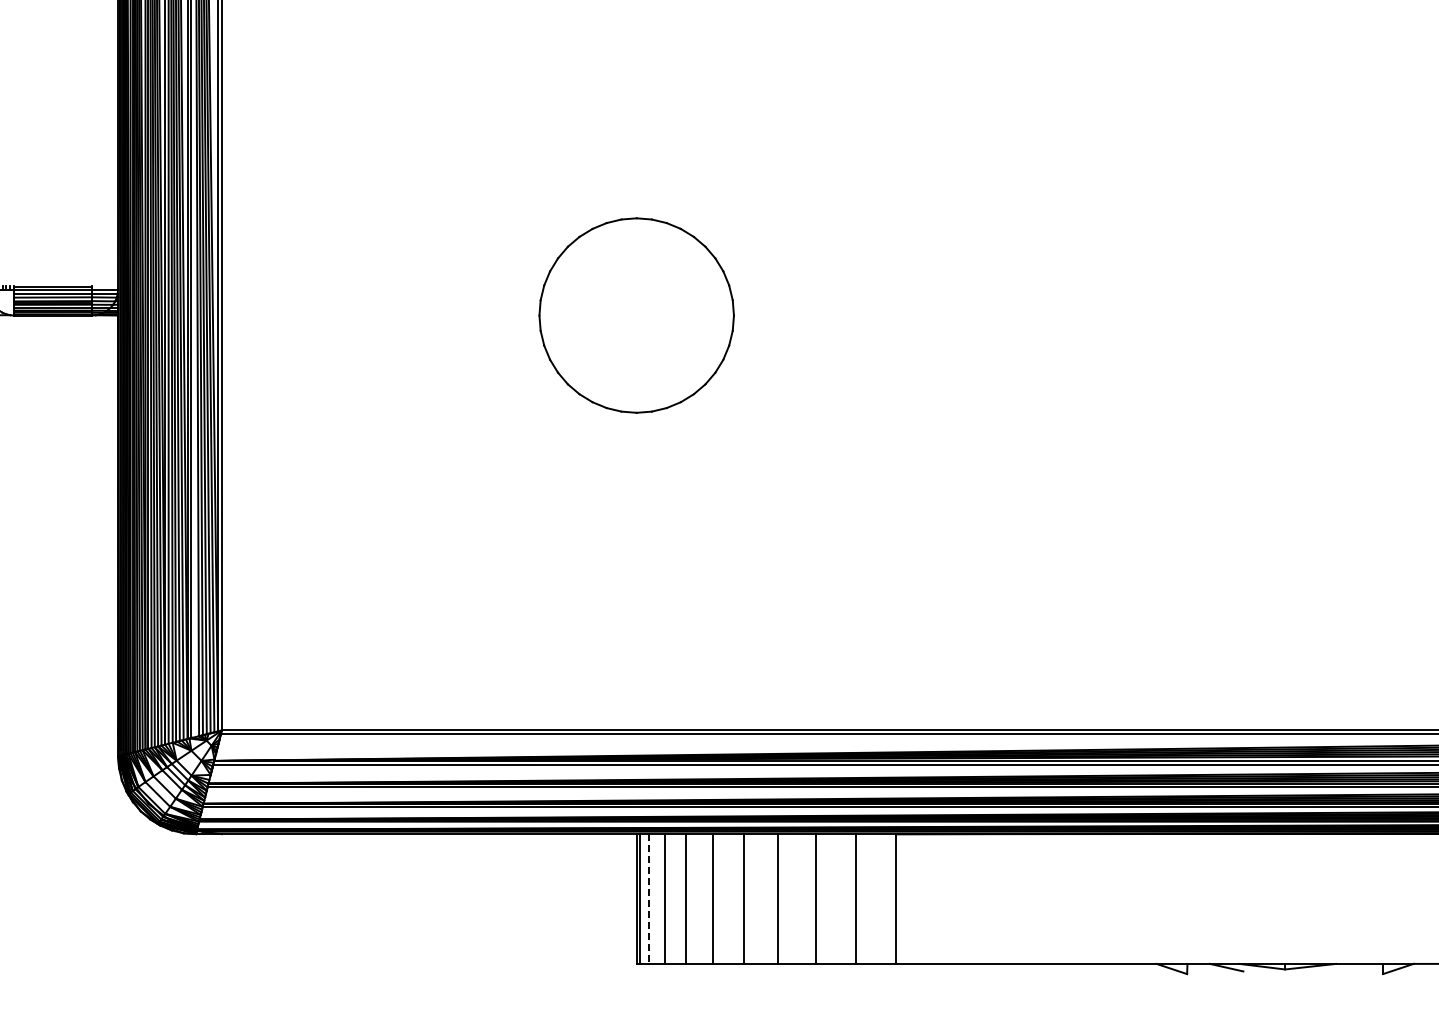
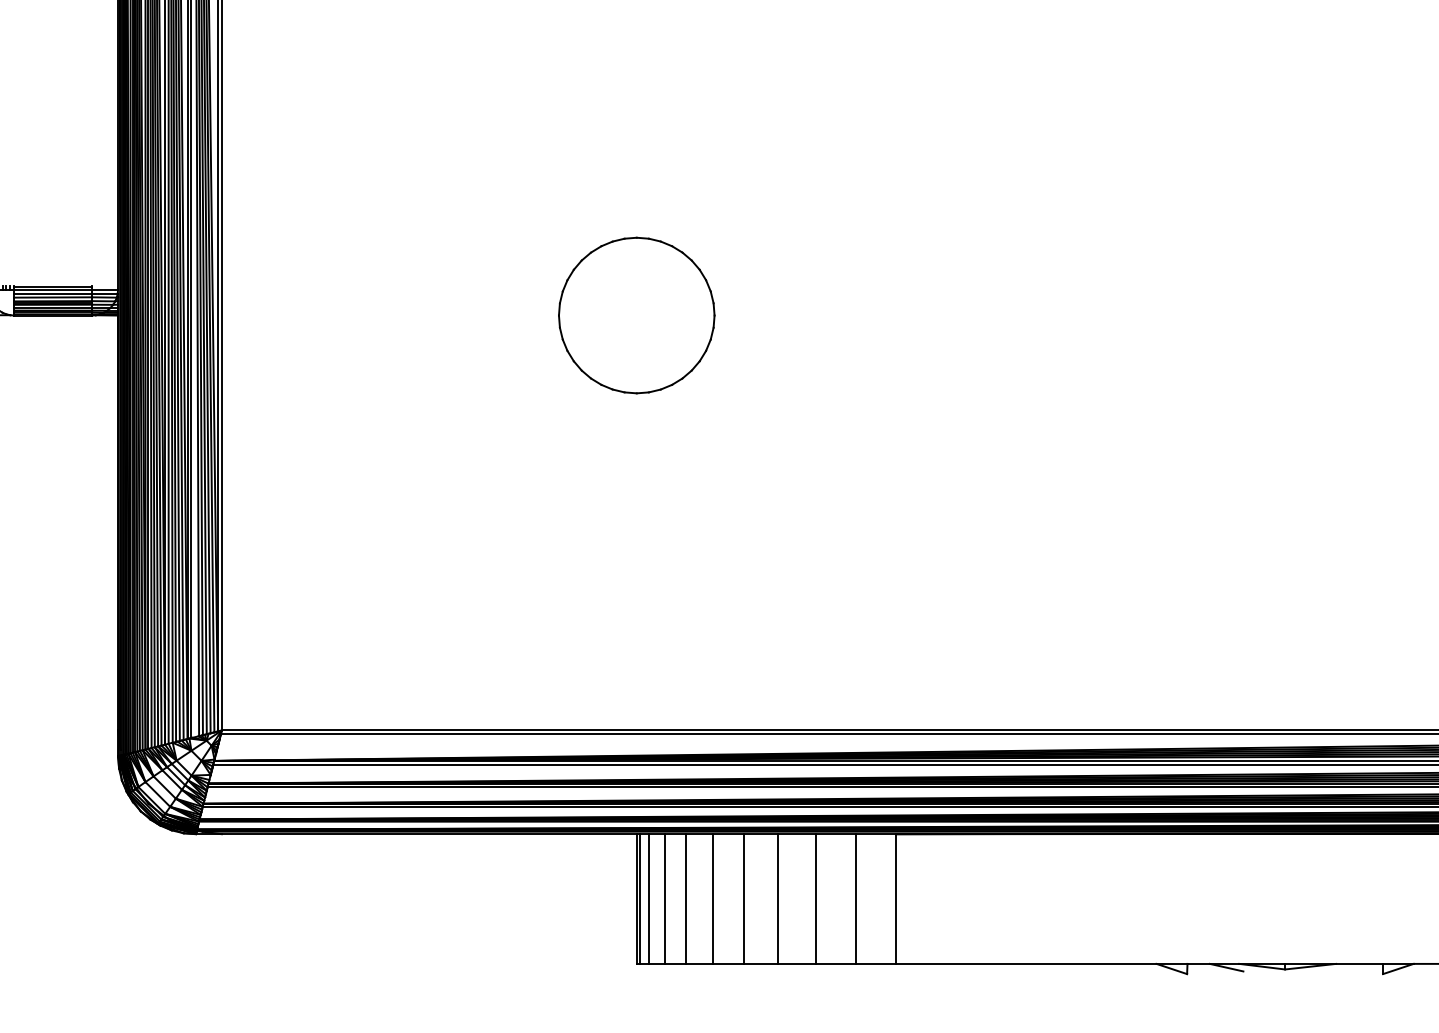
part at (636, 315) size: 197x197 px -> 158x159 px
line at (649, 899): dashed -> solid
